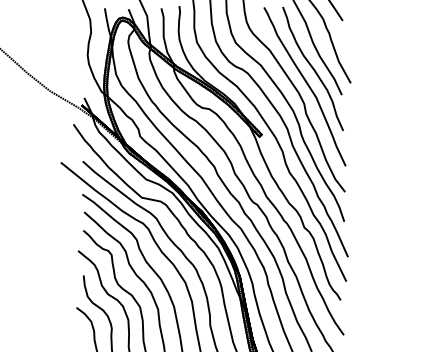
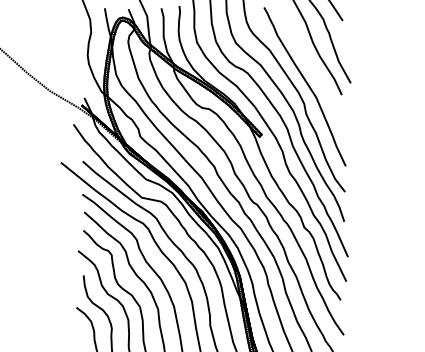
part at (312, 68): present -> none
